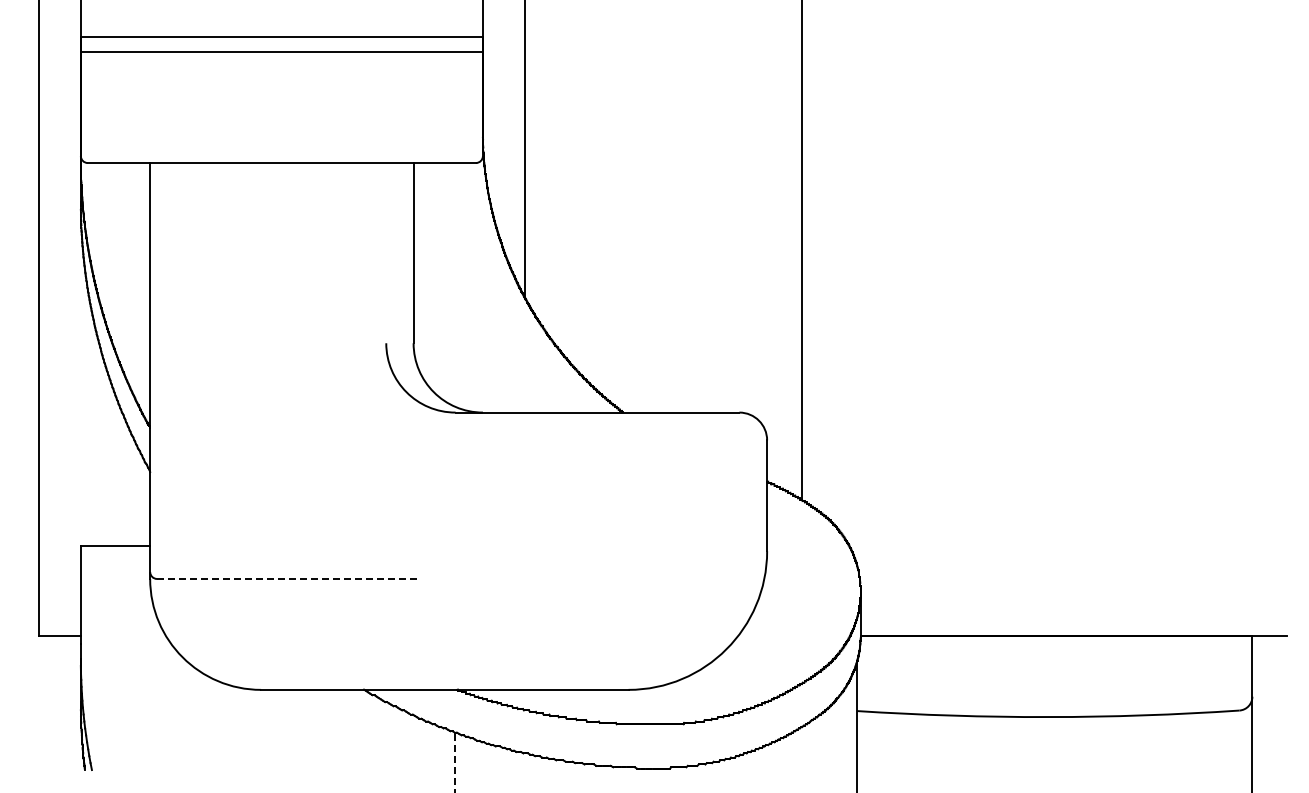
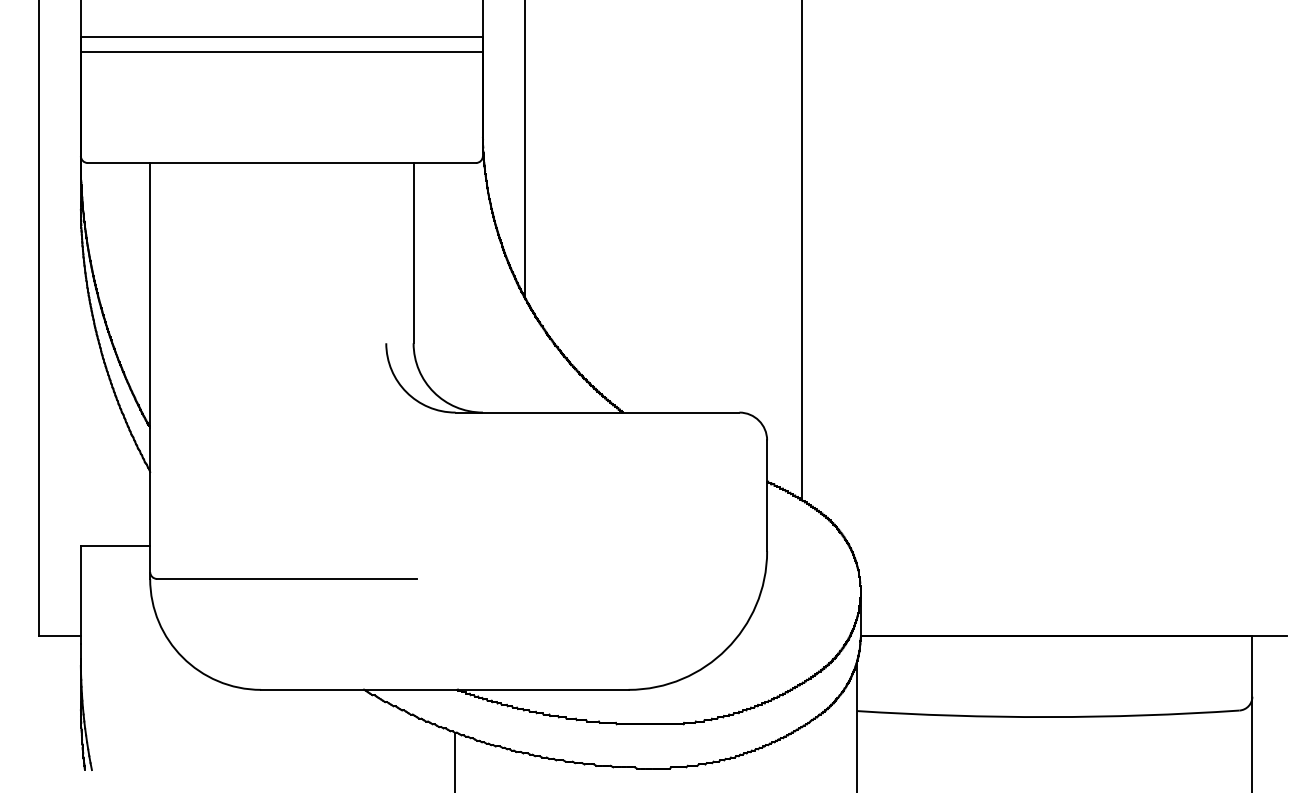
line at (287, 578): dashed -> solid
line at (455, 762): dashed -> solid
